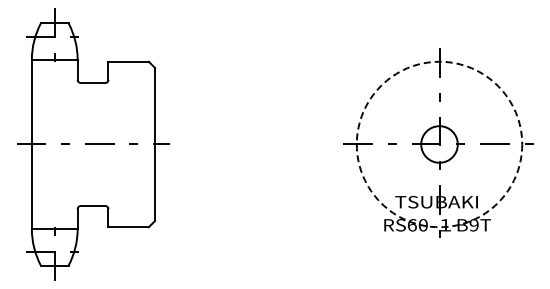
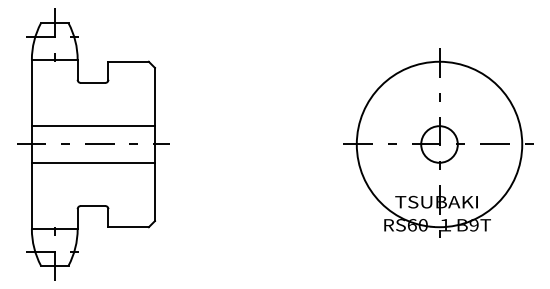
line at (93, 126): none -> present
circle at (439, 144): dashed -> solid
line at (93, 162): none -> present
